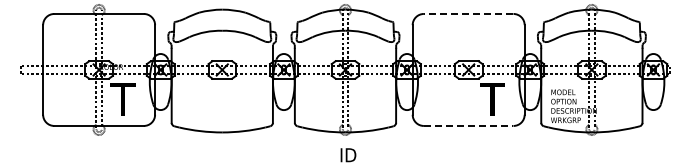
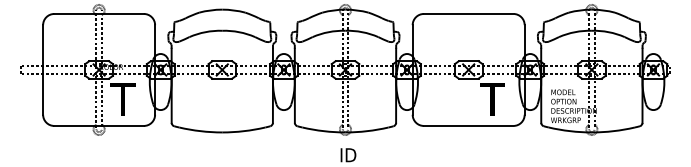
line at (468, 13): dashed -> solid
line at (468, 125): dashed -> solid
